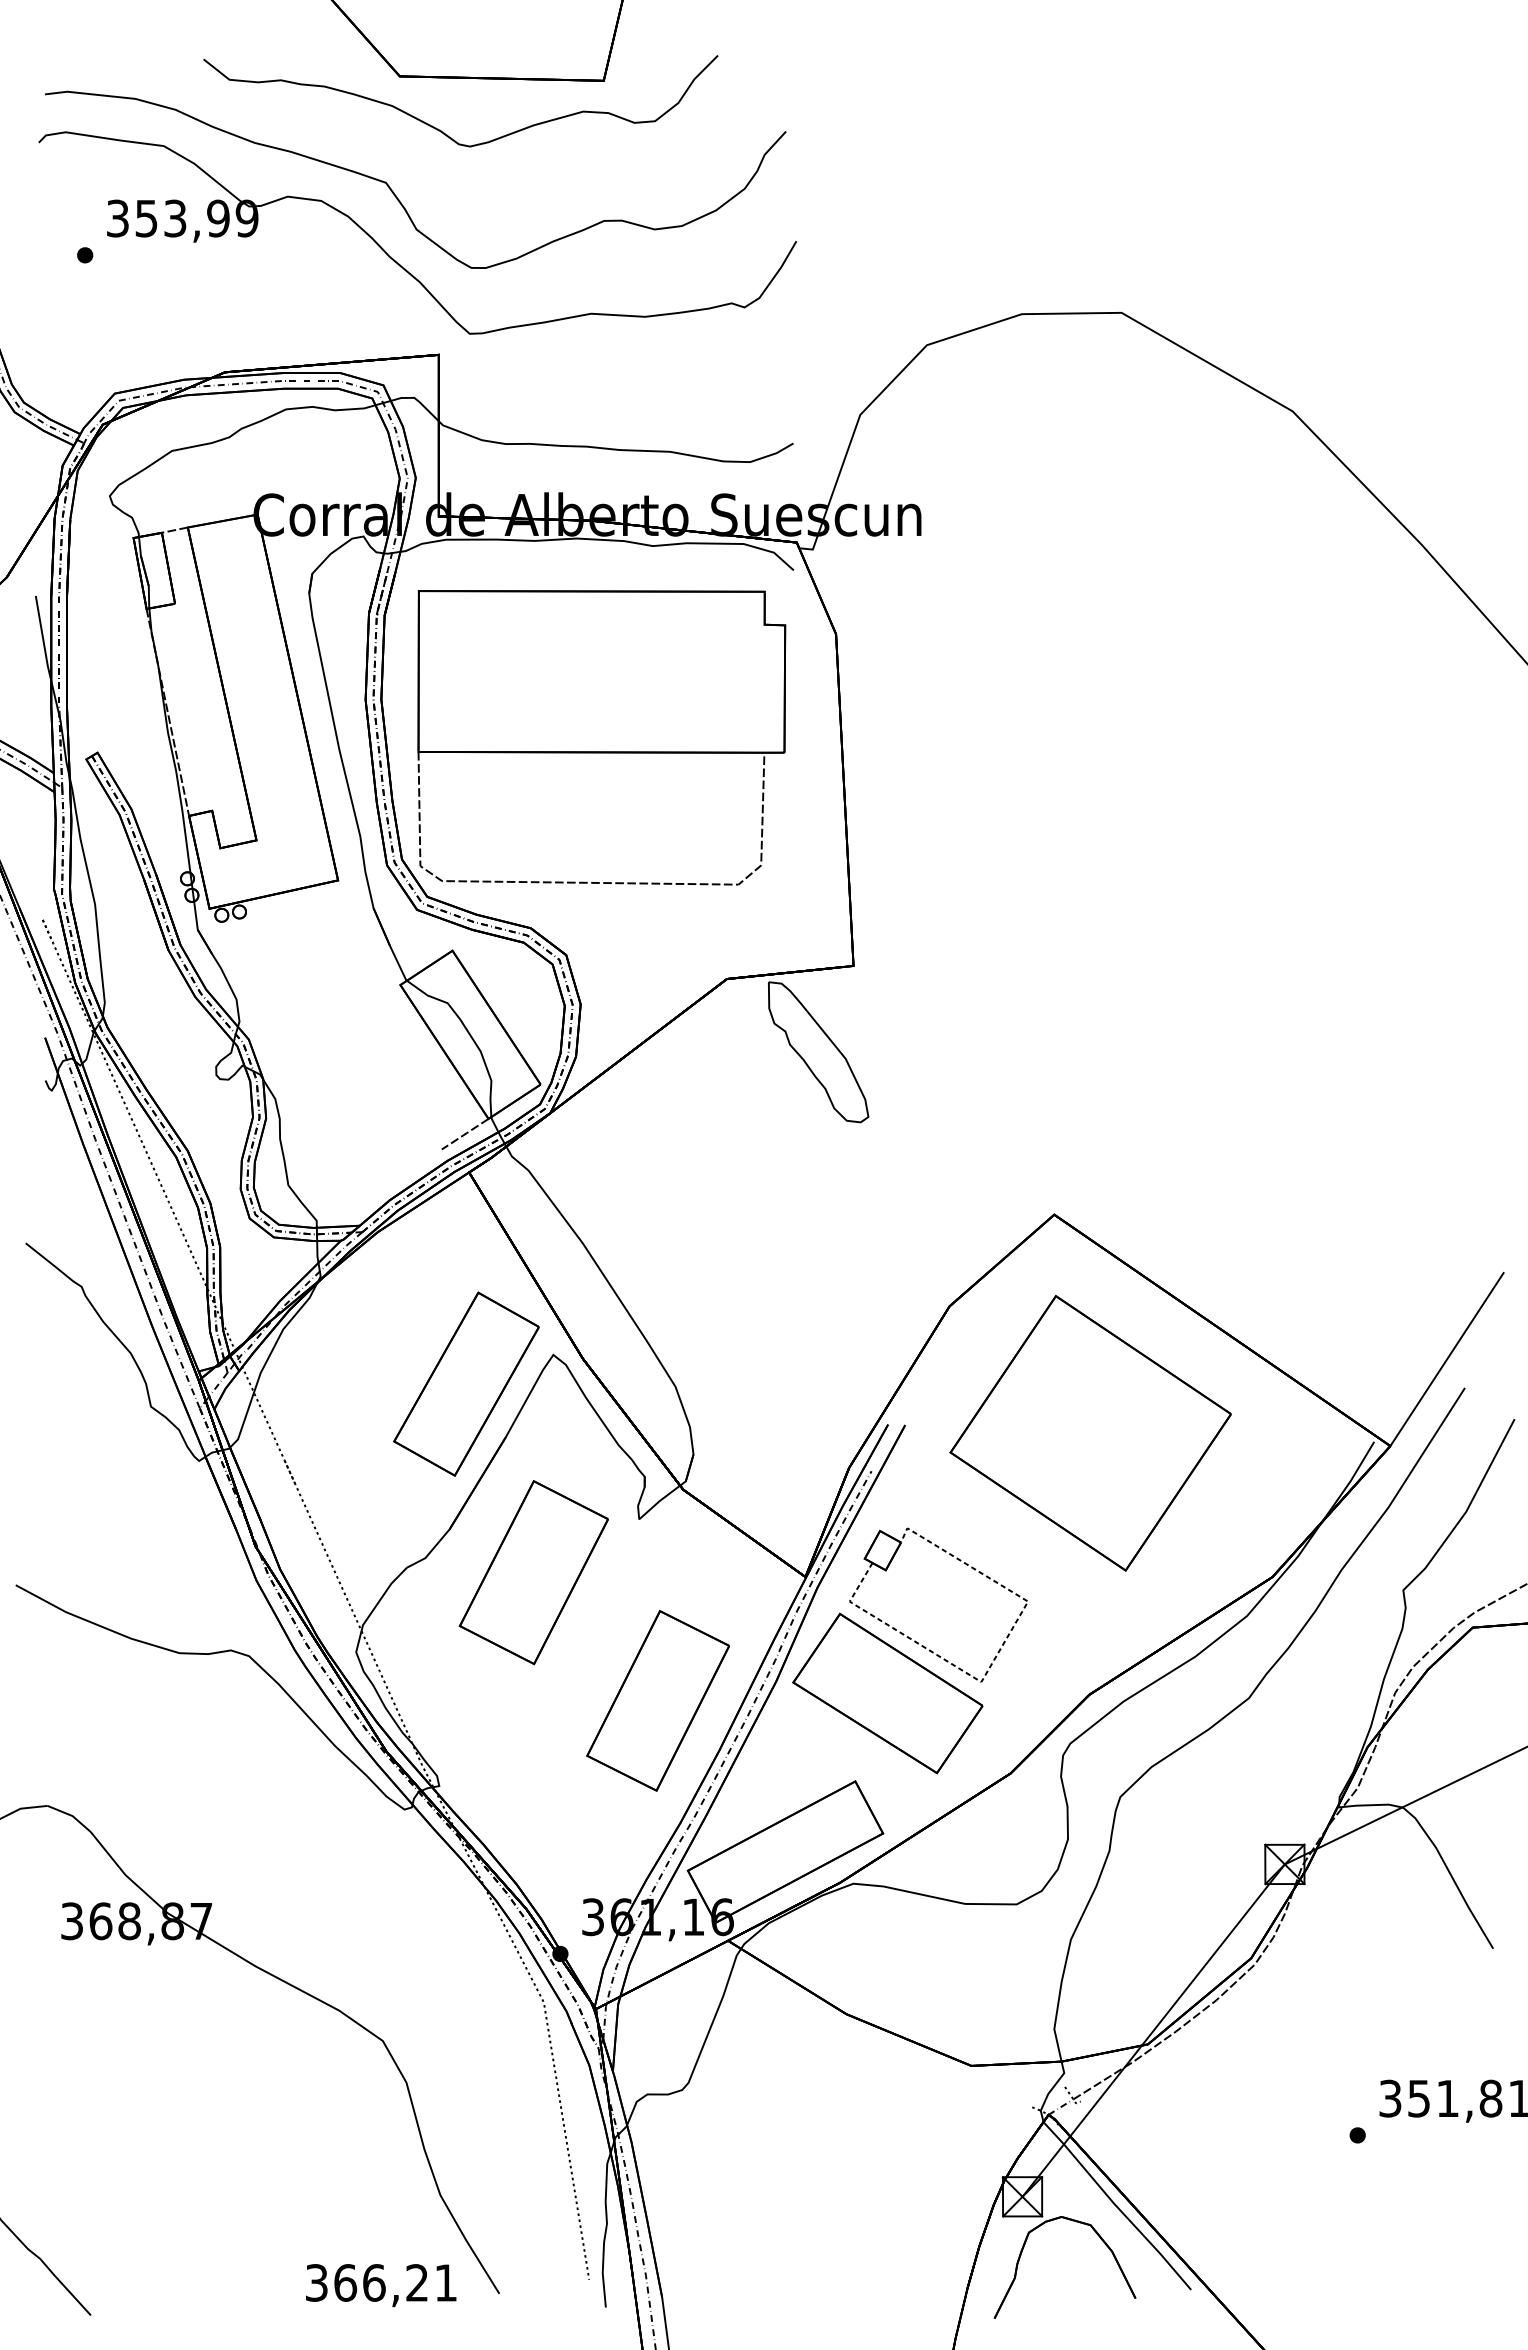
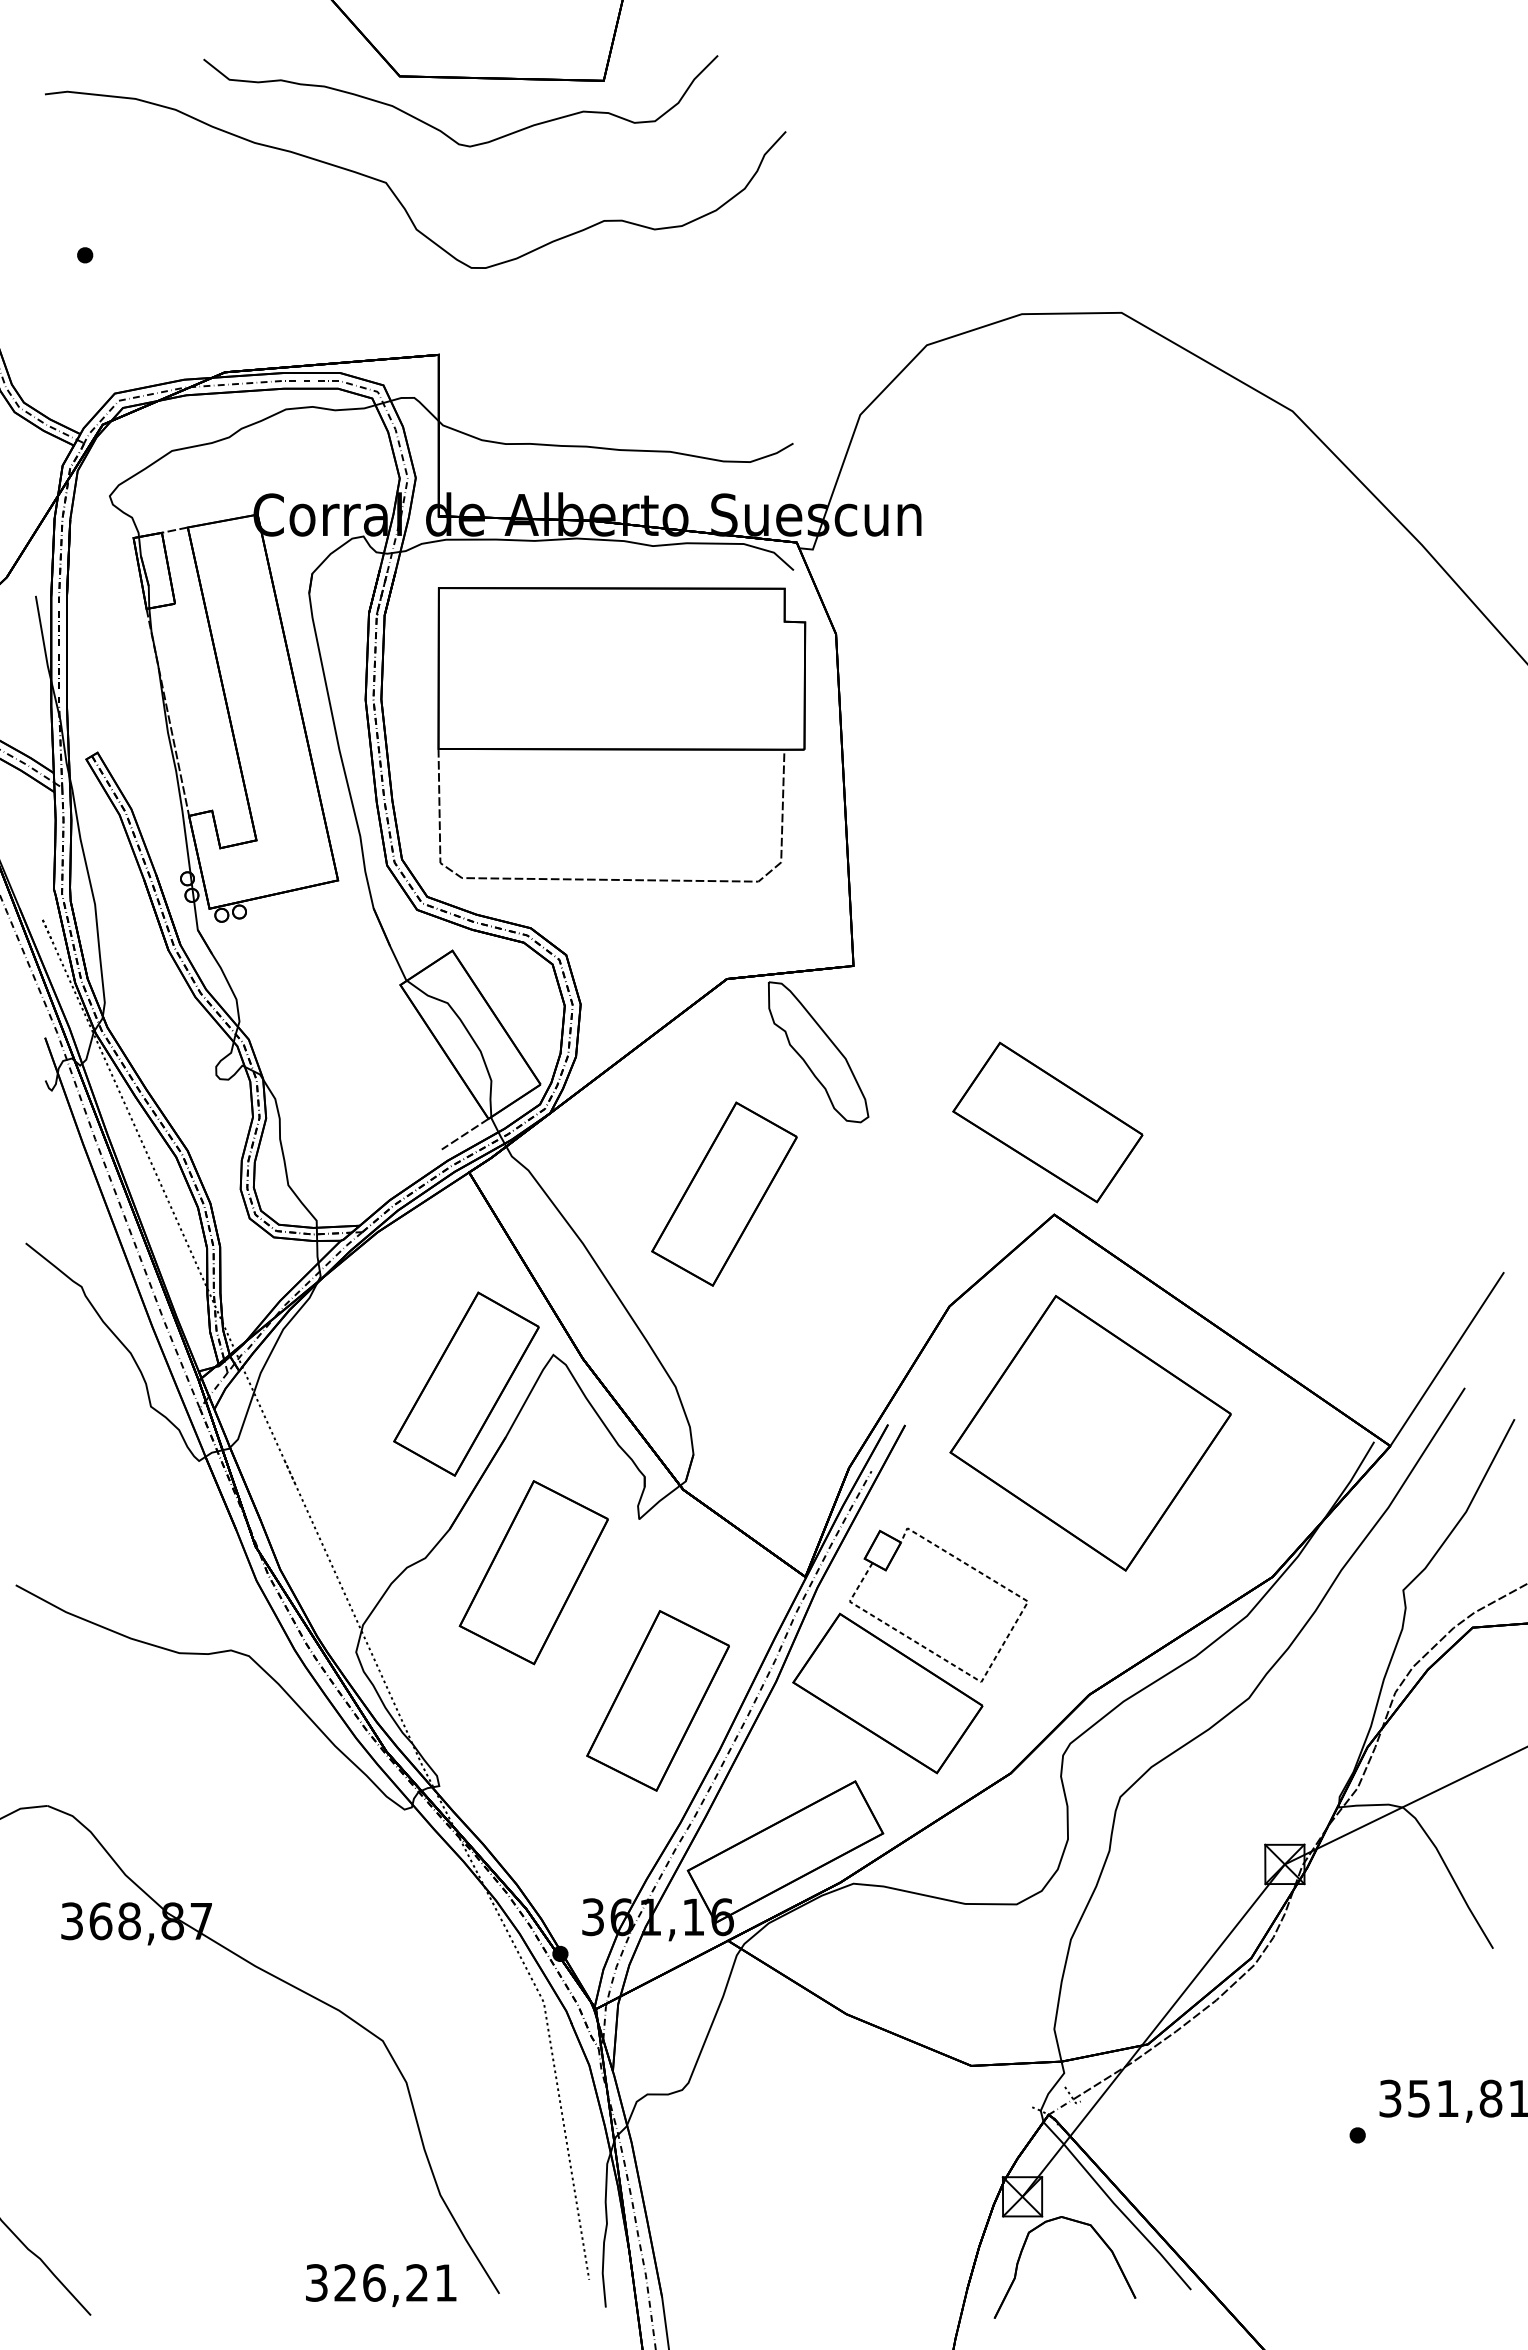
part at (392, 257): present -> none
part at (601, 737) position: (601, 737) -> (621, 734)
part at (1047, 1122): none -> present
part at (724, 1193): none -> present
text at (345, 2282): 366,21 -> 326,21
